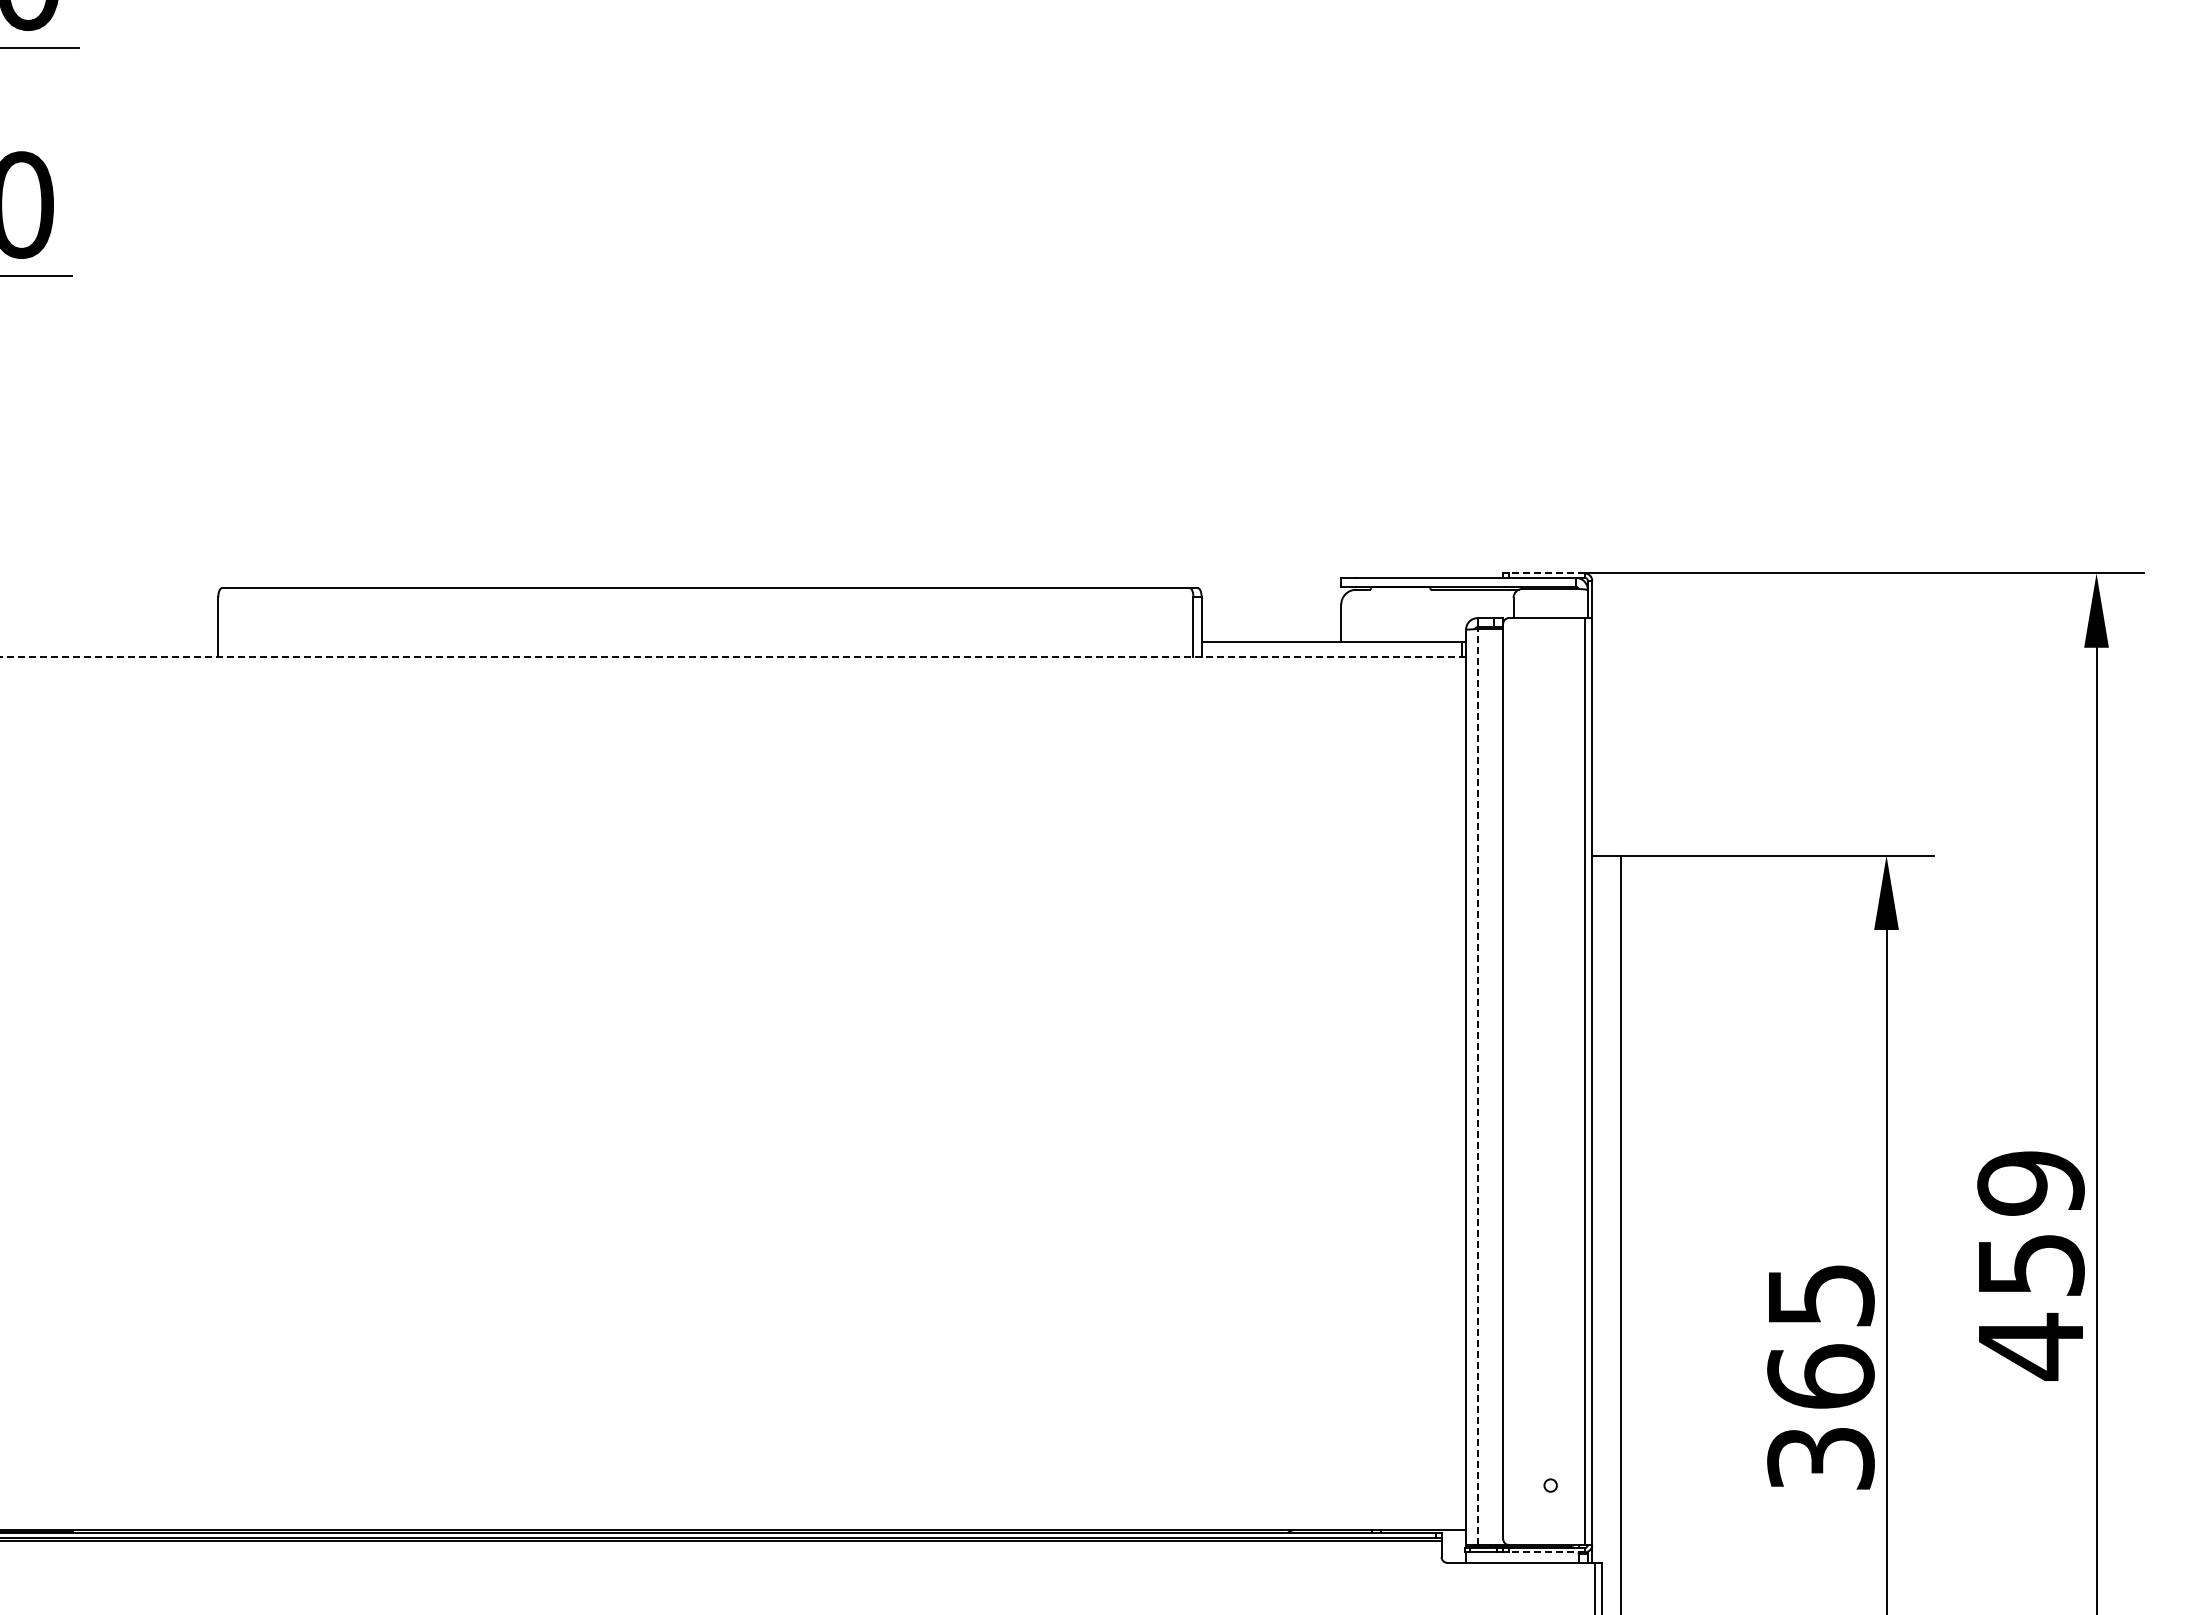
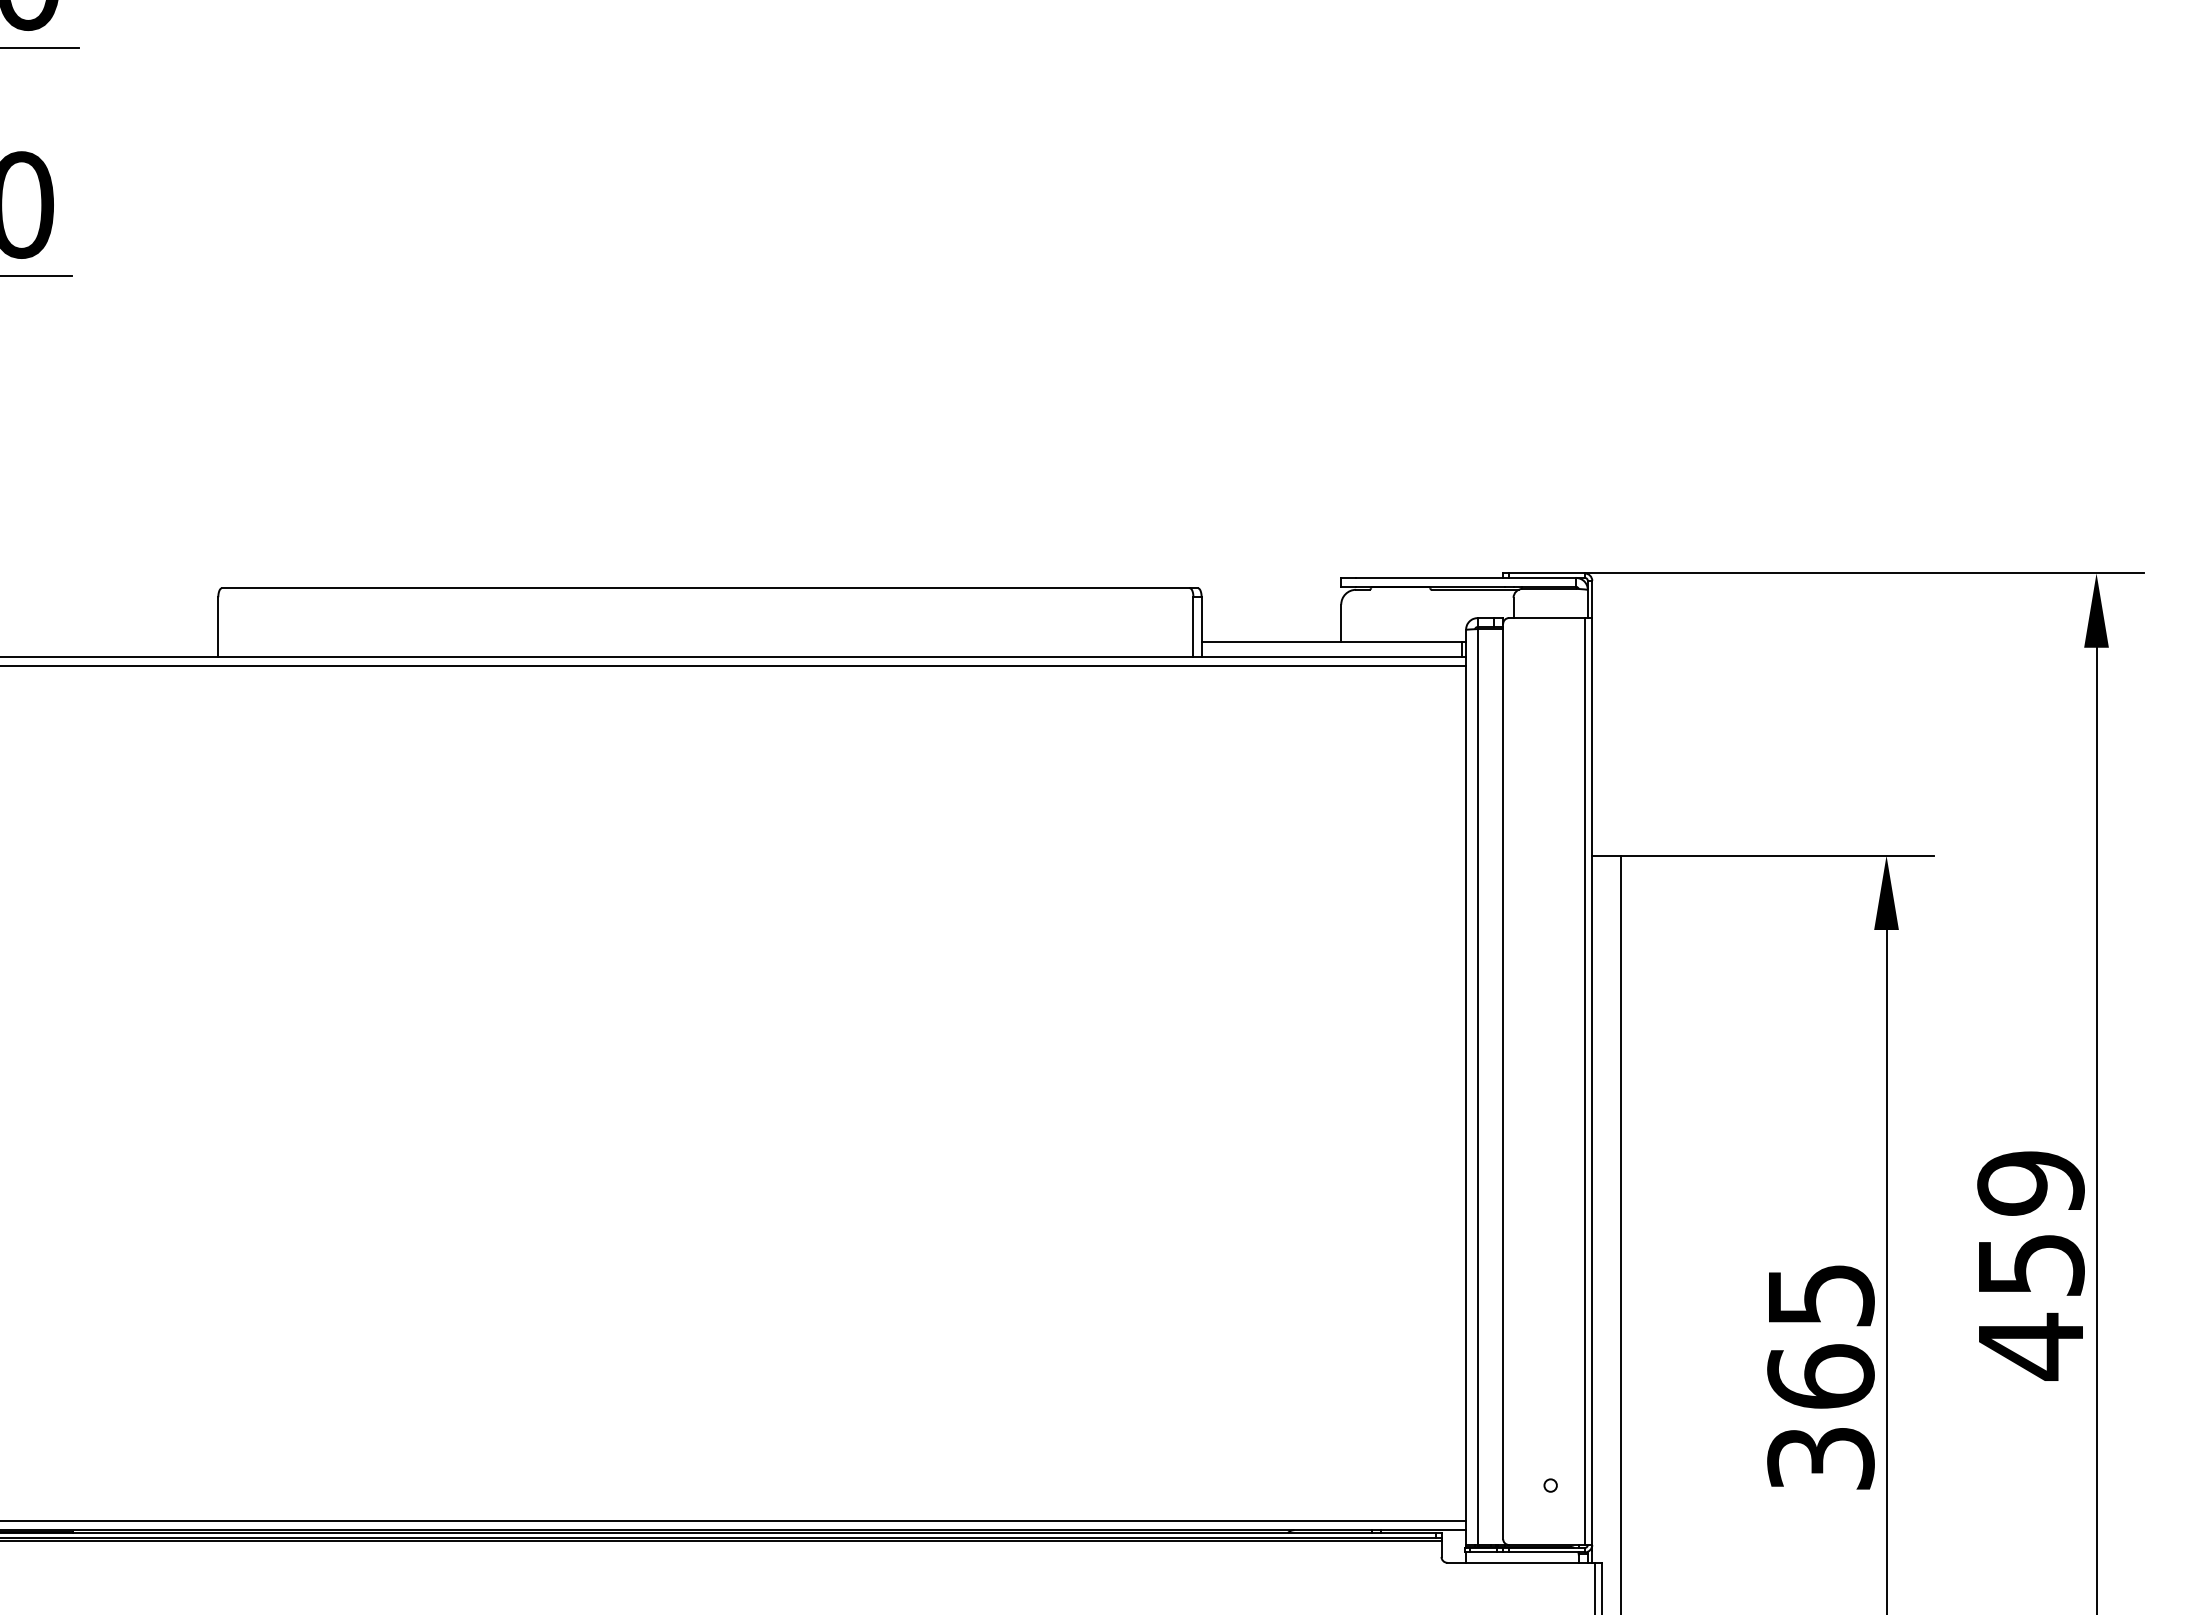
line at (1546, 573): dashed -> solid
line at (733, 656): dashed -> solid
line at (734, 665): none -> present
line at (1477, 1087): dashed -> solid
line at (734, 1521): none -> present
line at (1546, 1552): dashed -> solid
